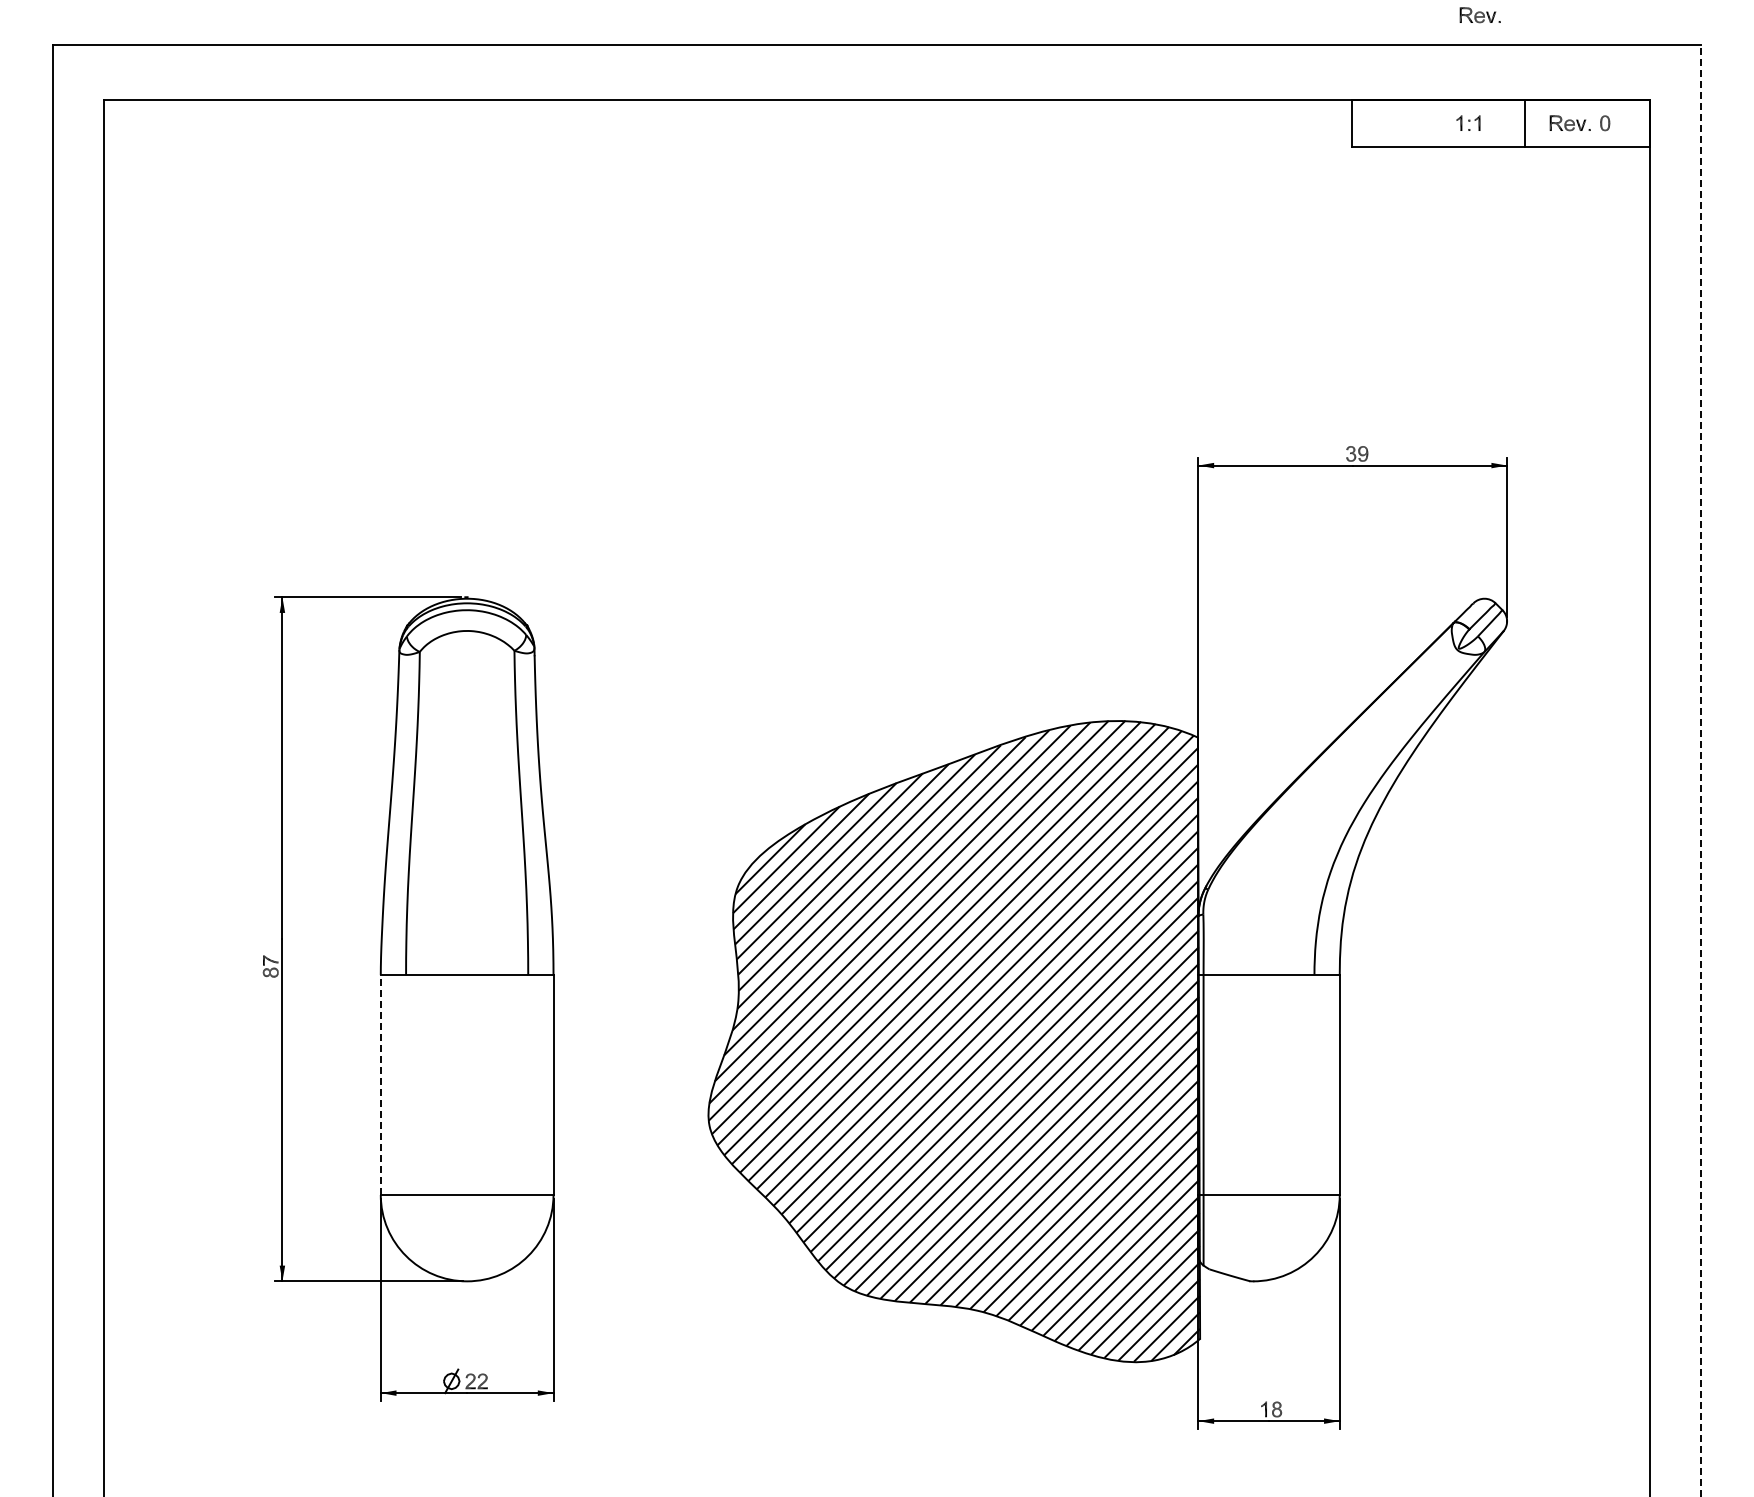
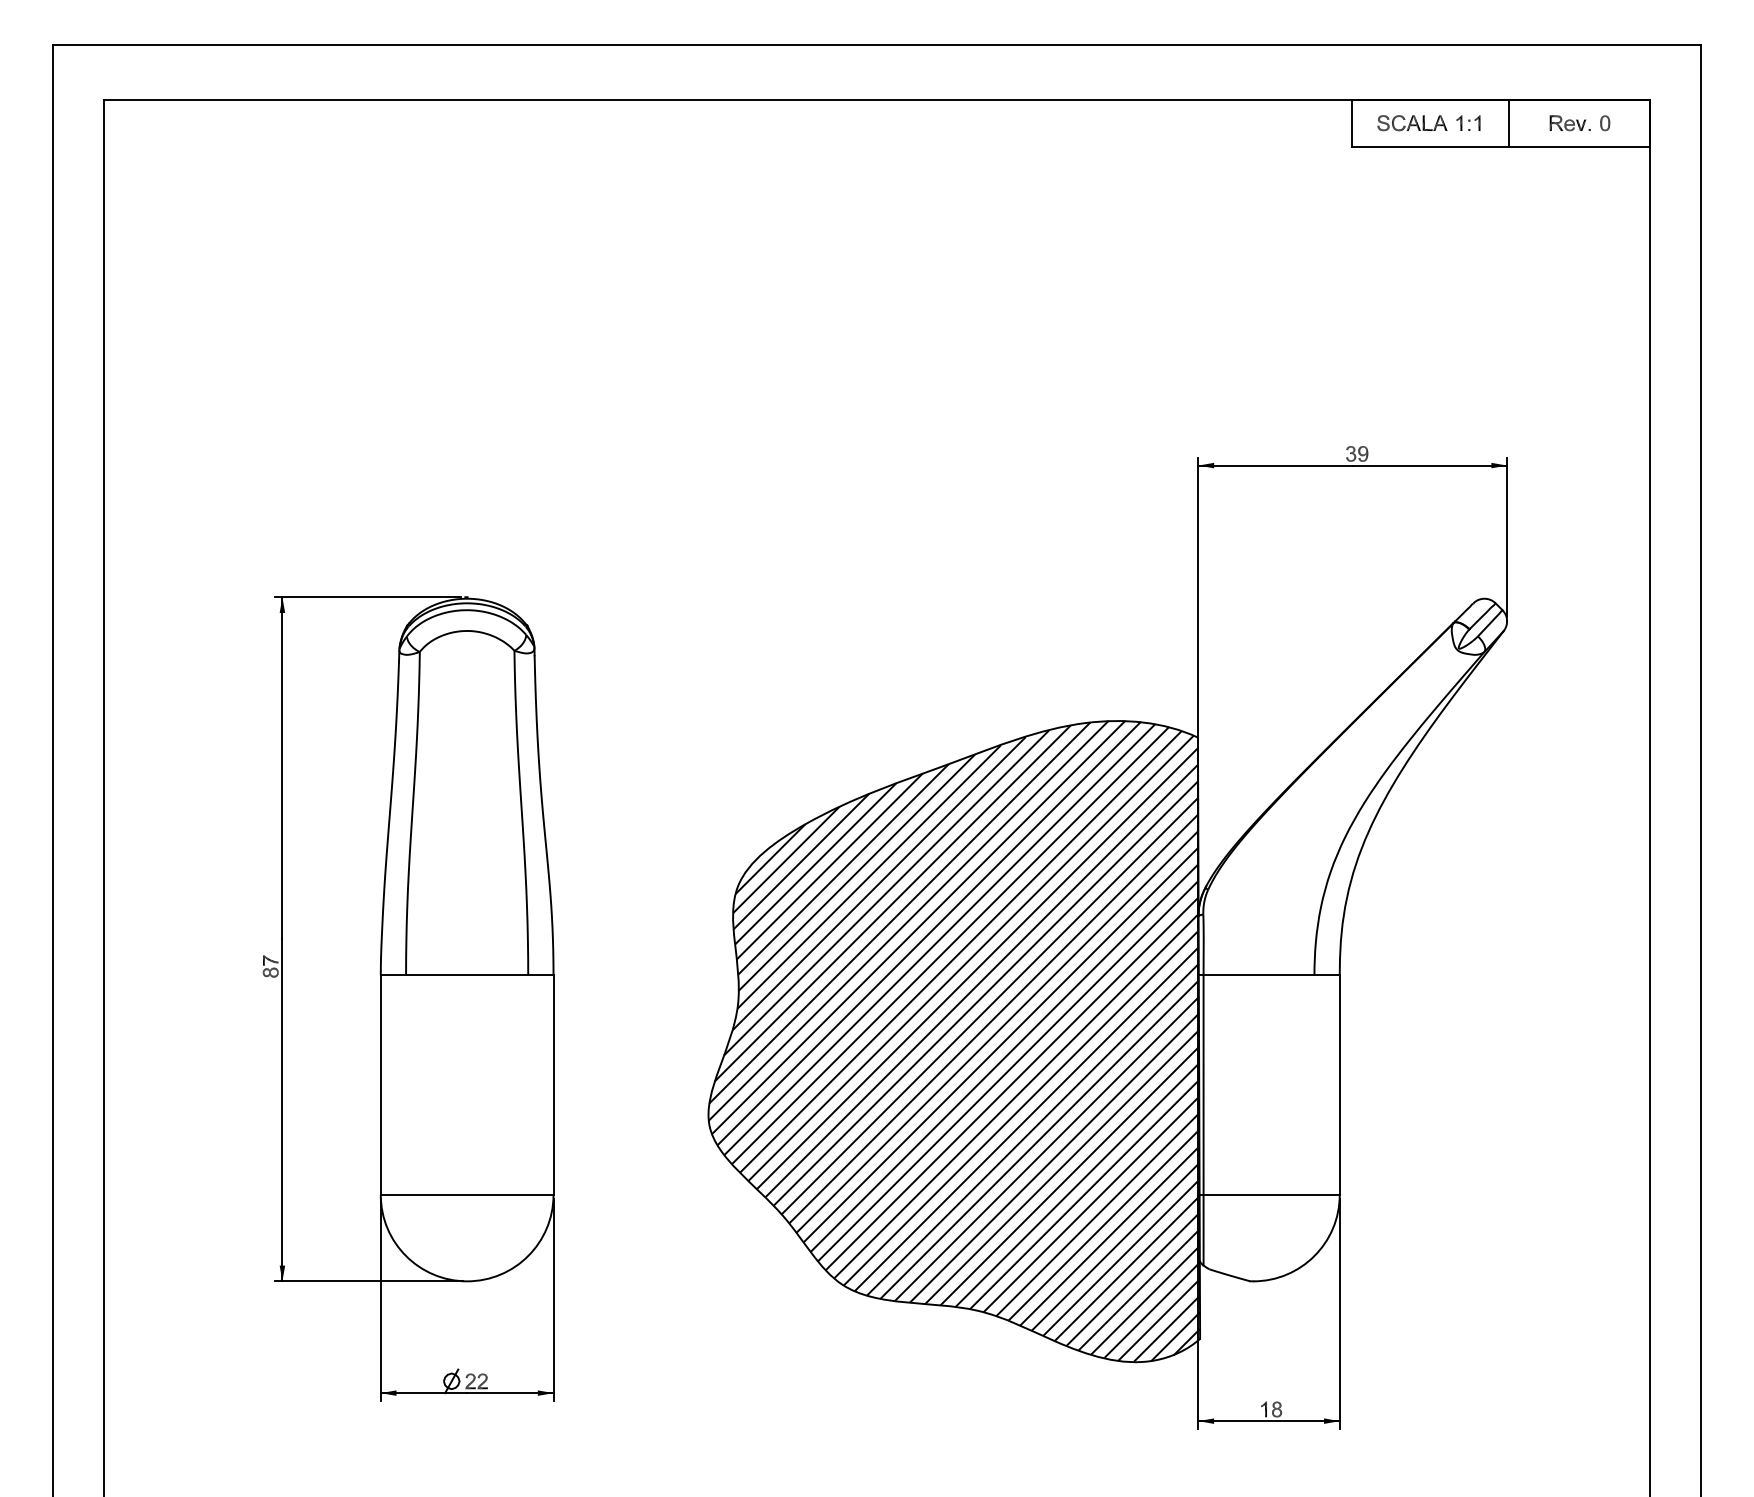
part at (1479, 15): present -> none
line at (1525, 122) position: (1525, 122) -> (1509, 122)
part at (1412, 123): none -> present
line at (1701, 770): dashed -> solid
line at (380, 1085): dashed -> solid
